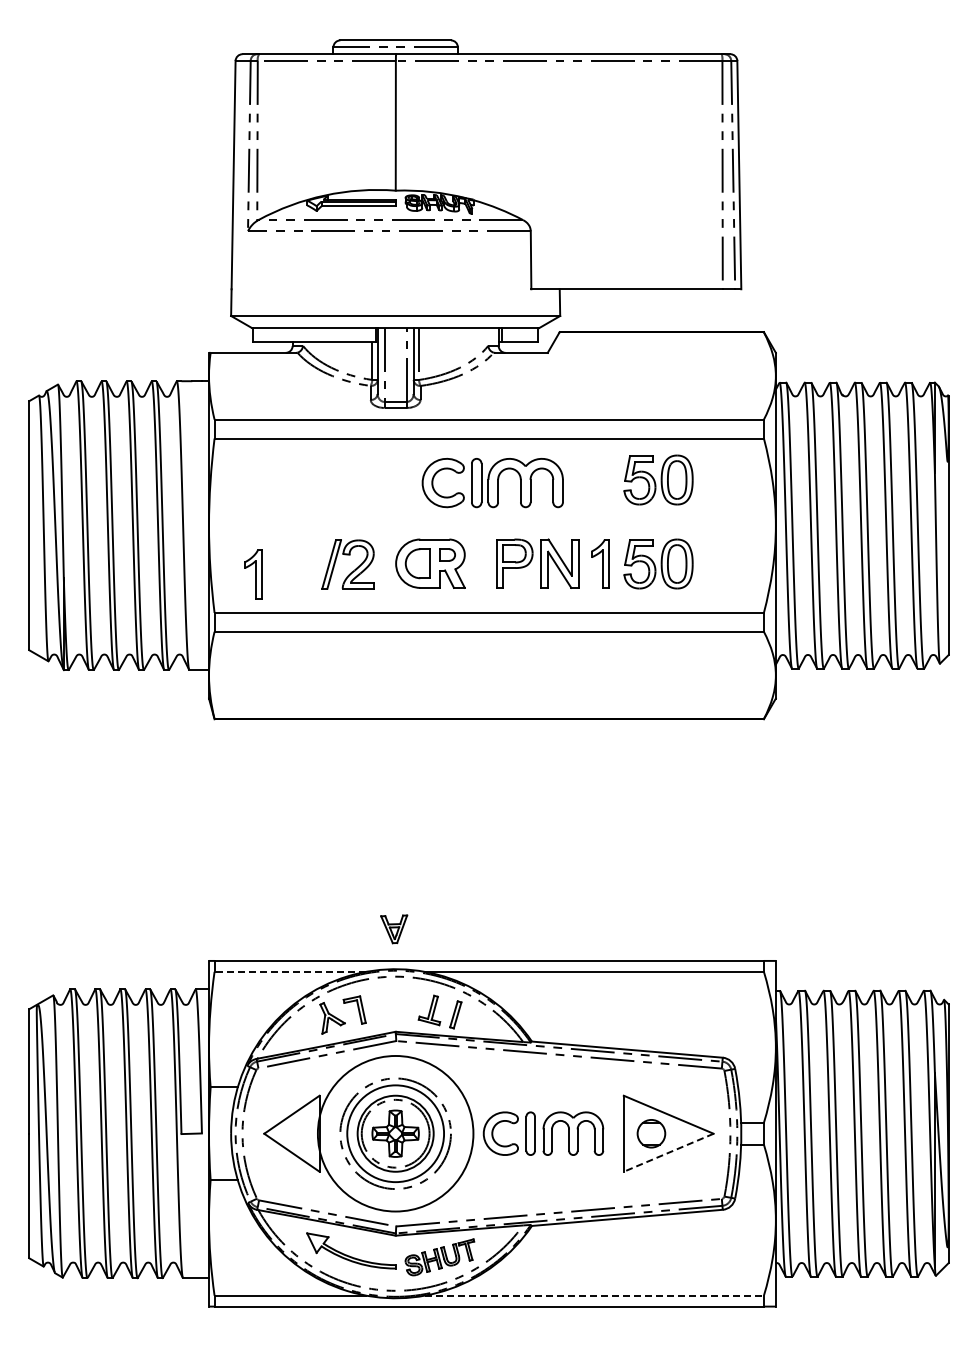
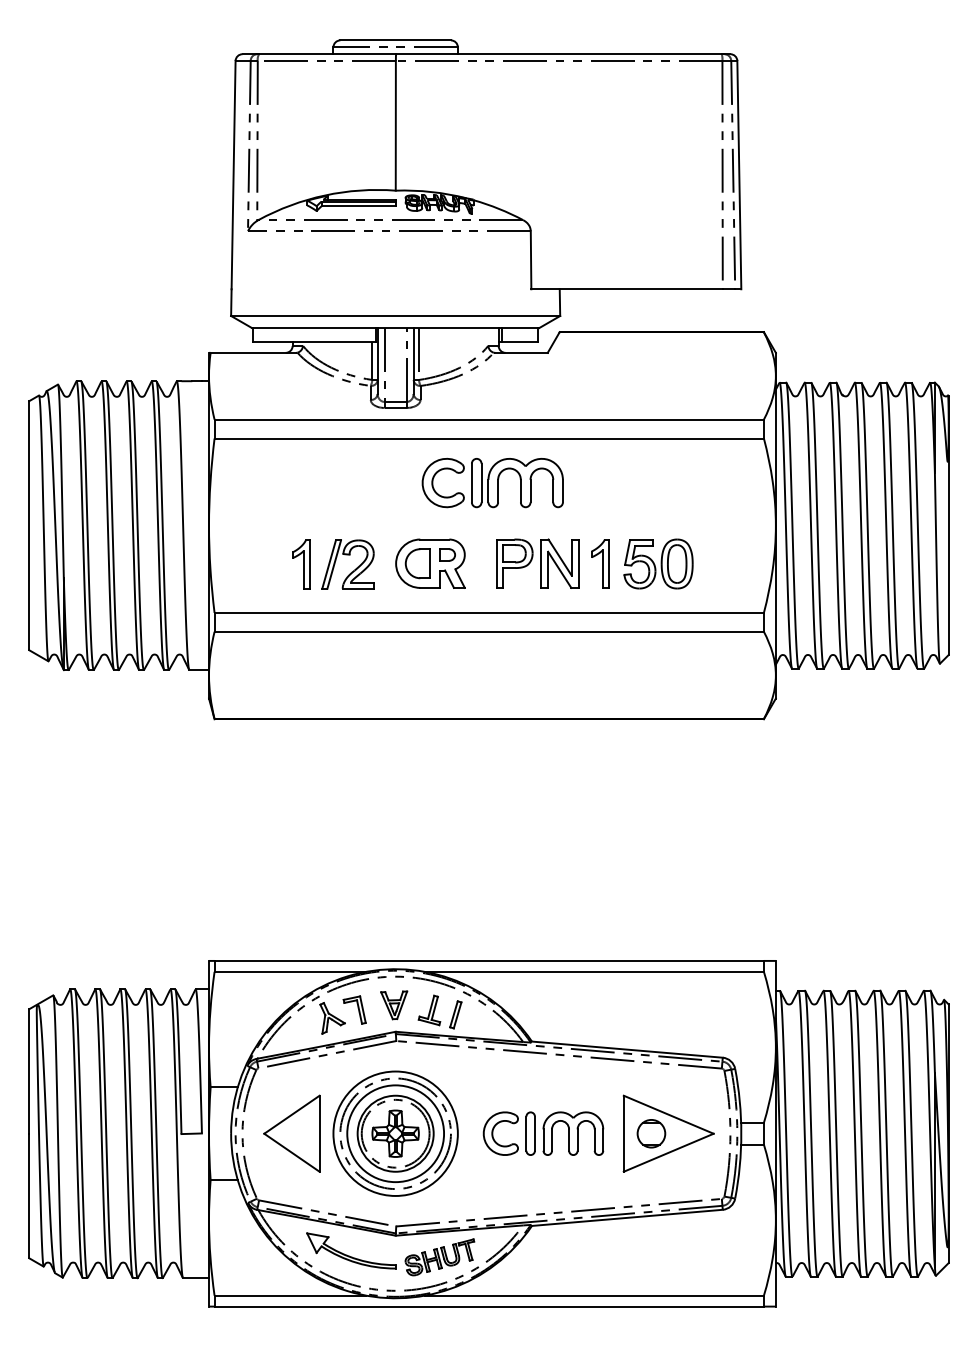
part at (658, 479): present -> none
part at (253, 574) position: (253, 574) -> (301, 564)
part at (394, 929) position: (394, 929) -> (394, 1005)
line at (290, 971): dashed -> solid
circle at (395, 1133) diameter: 156 px -> 124 px
line at (668, 1152): dashed -> solid
line at (594, 1295): dashed -> solid
